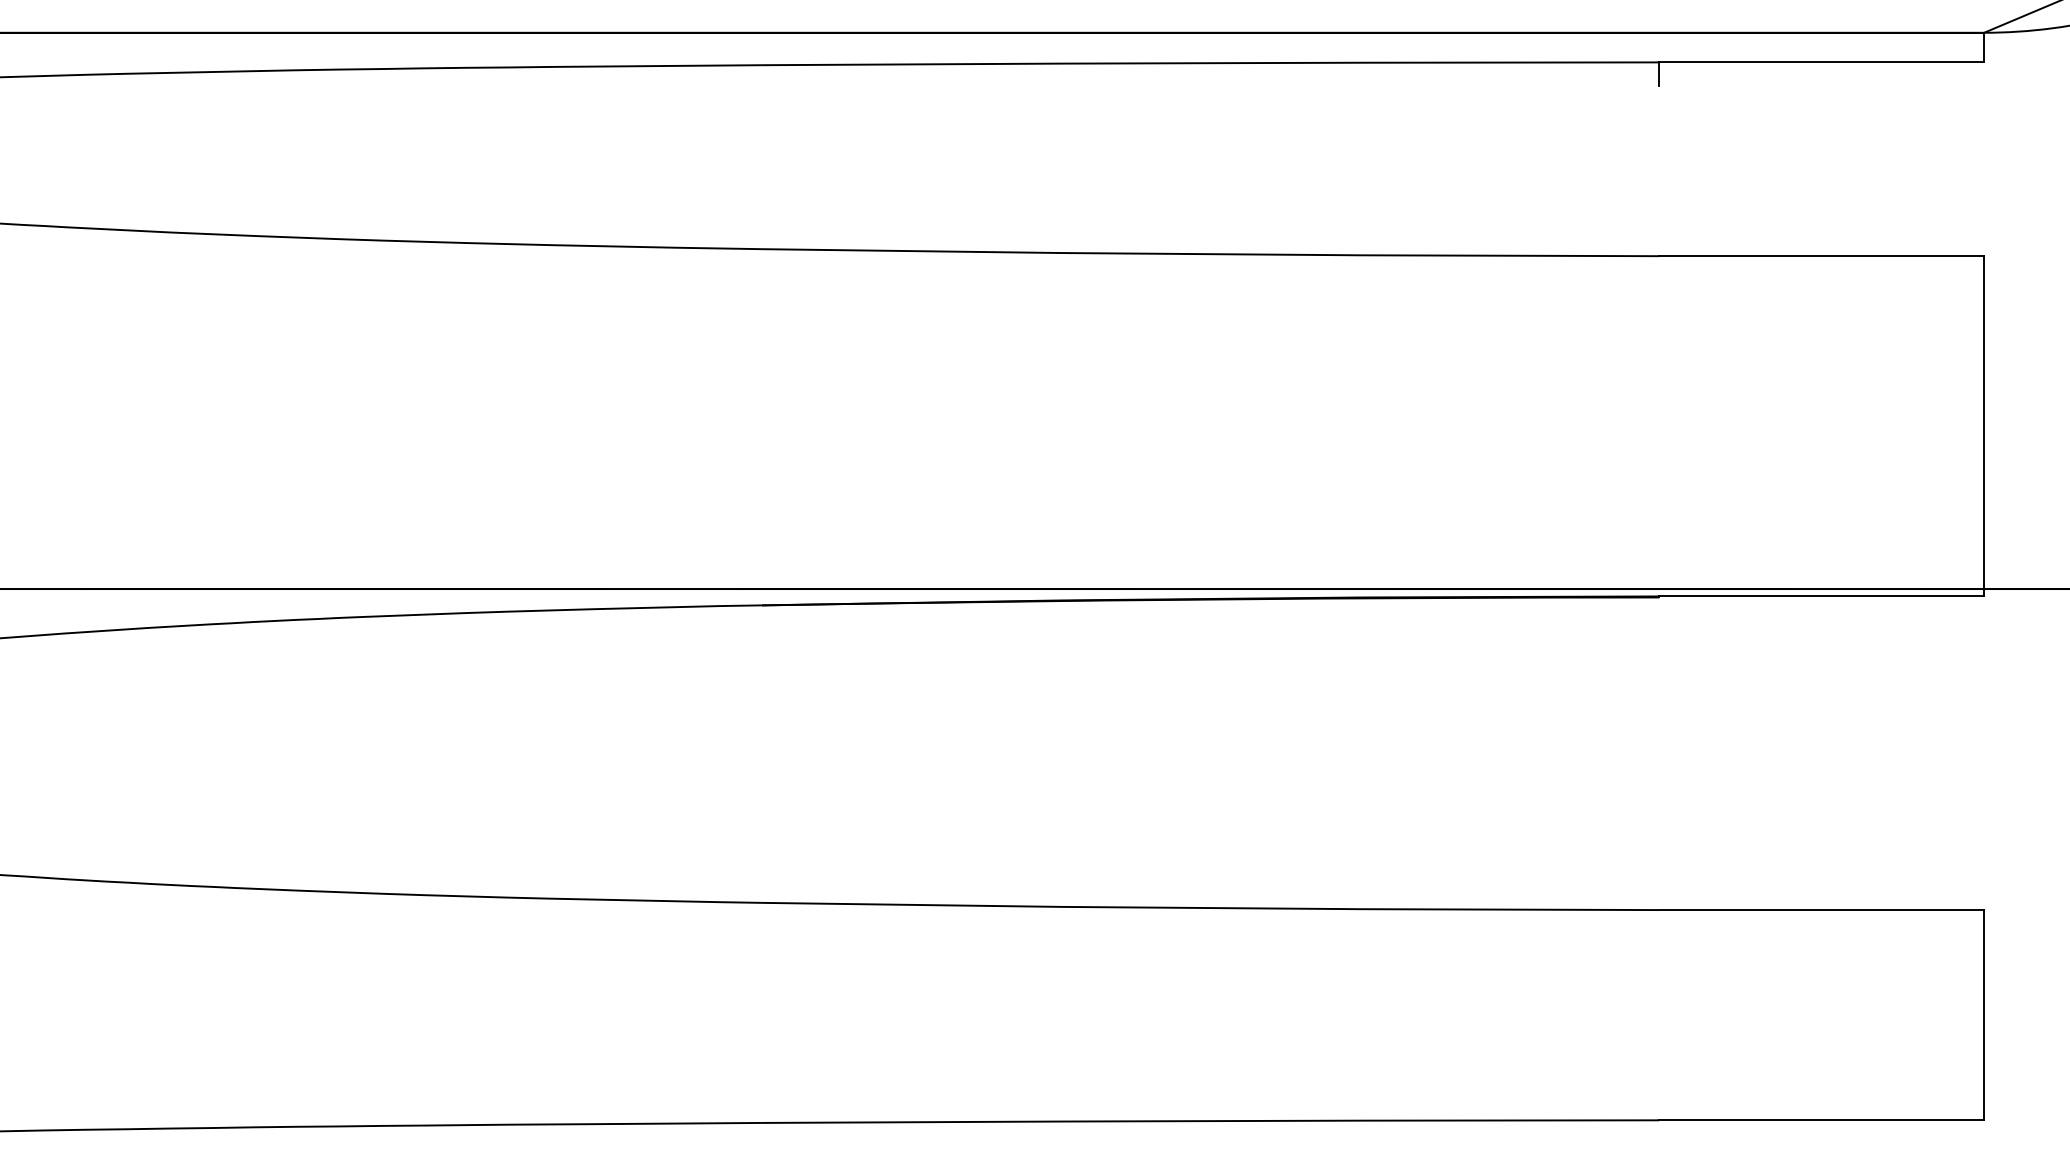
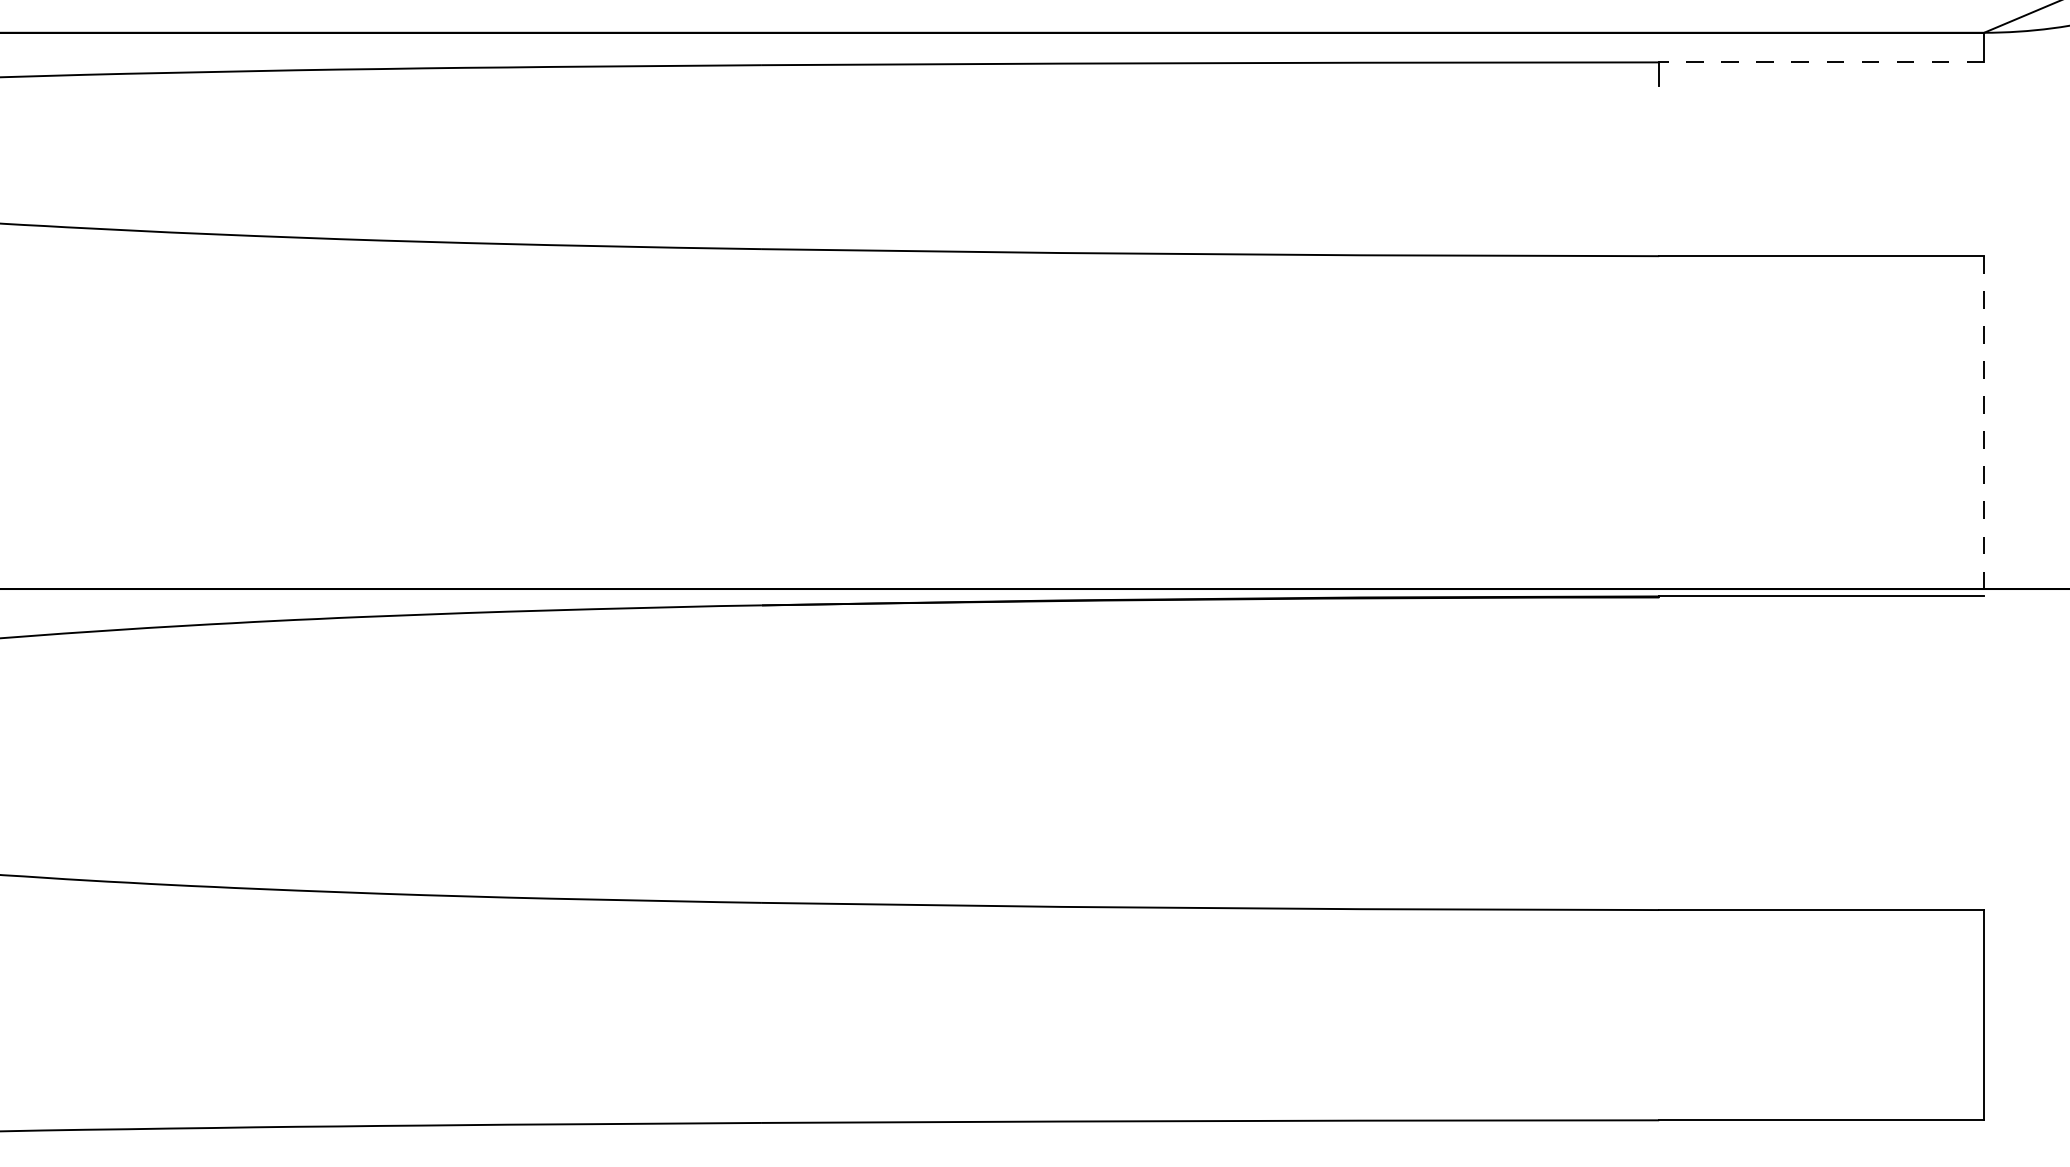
line at (1821, 62): solid -> dashed
line at (1984, 426): solid -> dashed
